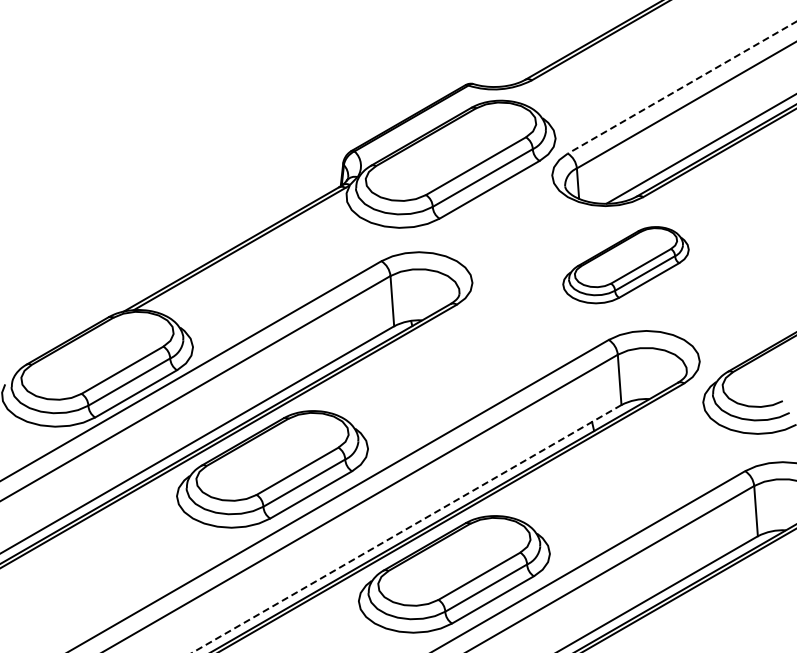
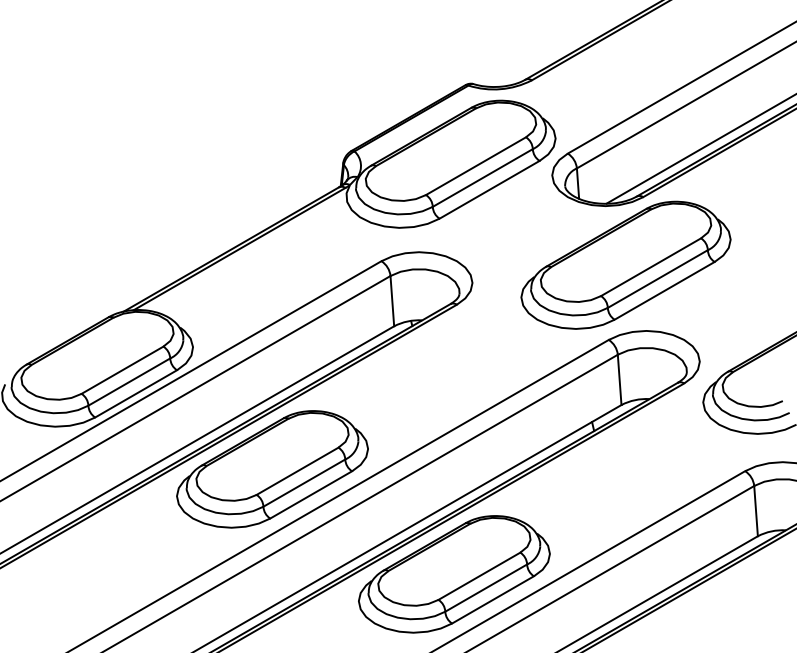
line at (682, 87): dashed -> solid
part at (625, 265) size: 128x79 px -> 212x130 px
line at (406, 529): dashed -> solid
